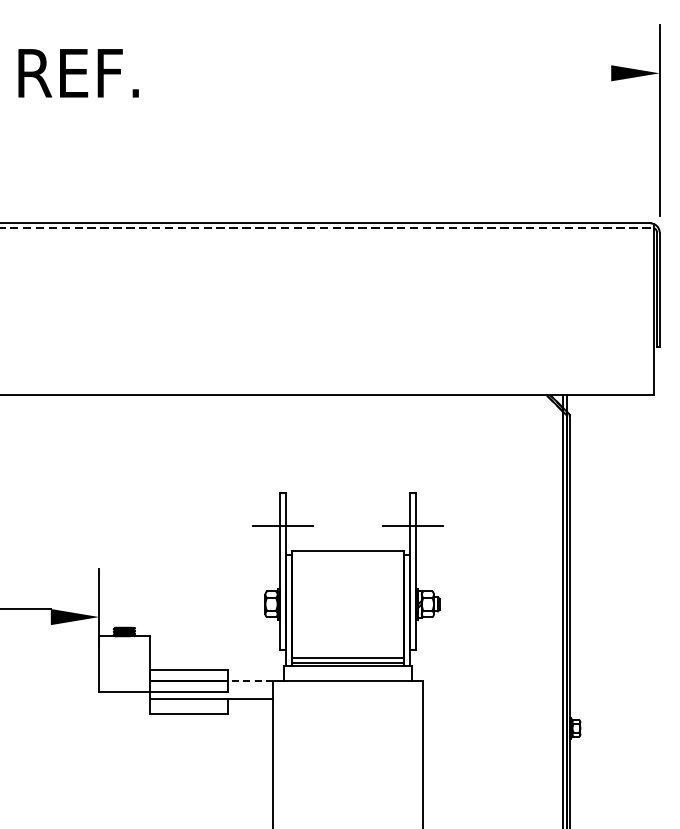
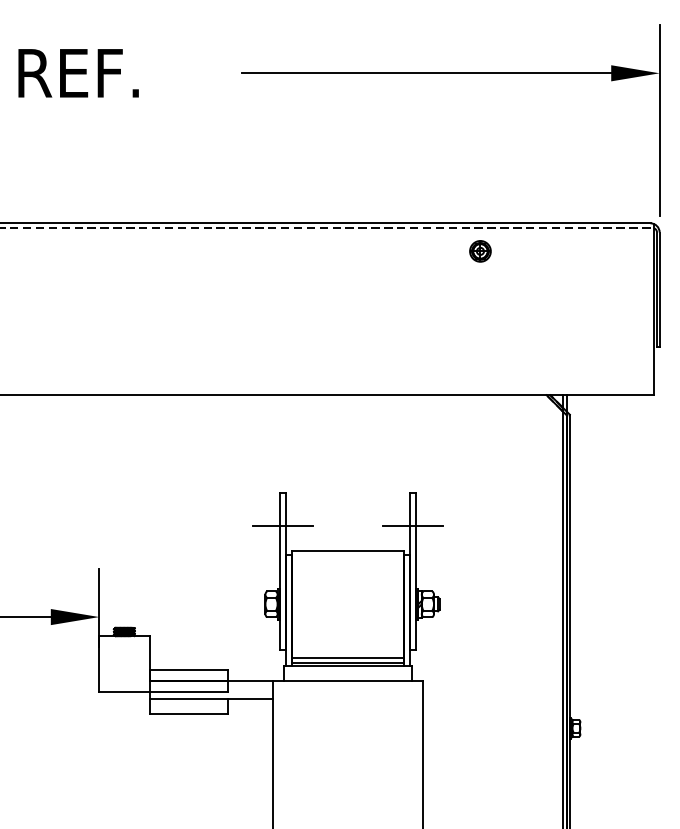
line at (426, 73): none -> present
part at (480, 251): none -> present
line at (26, 609) position: (26, 609) -> (26, 617)
line at (250, 680): dashed -> solid
